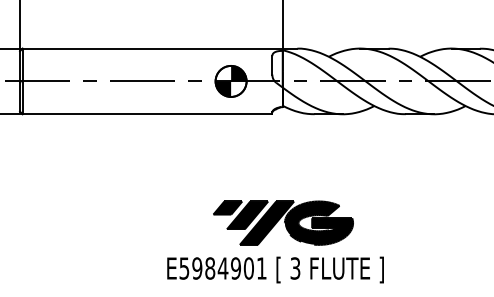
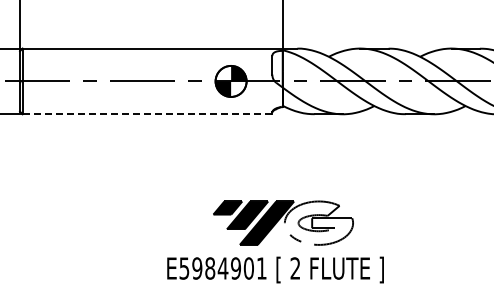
line at (147, 114): solid -> dashed
fill at (318, 222): present -> none
text at (295, 268): 3 -> 2
